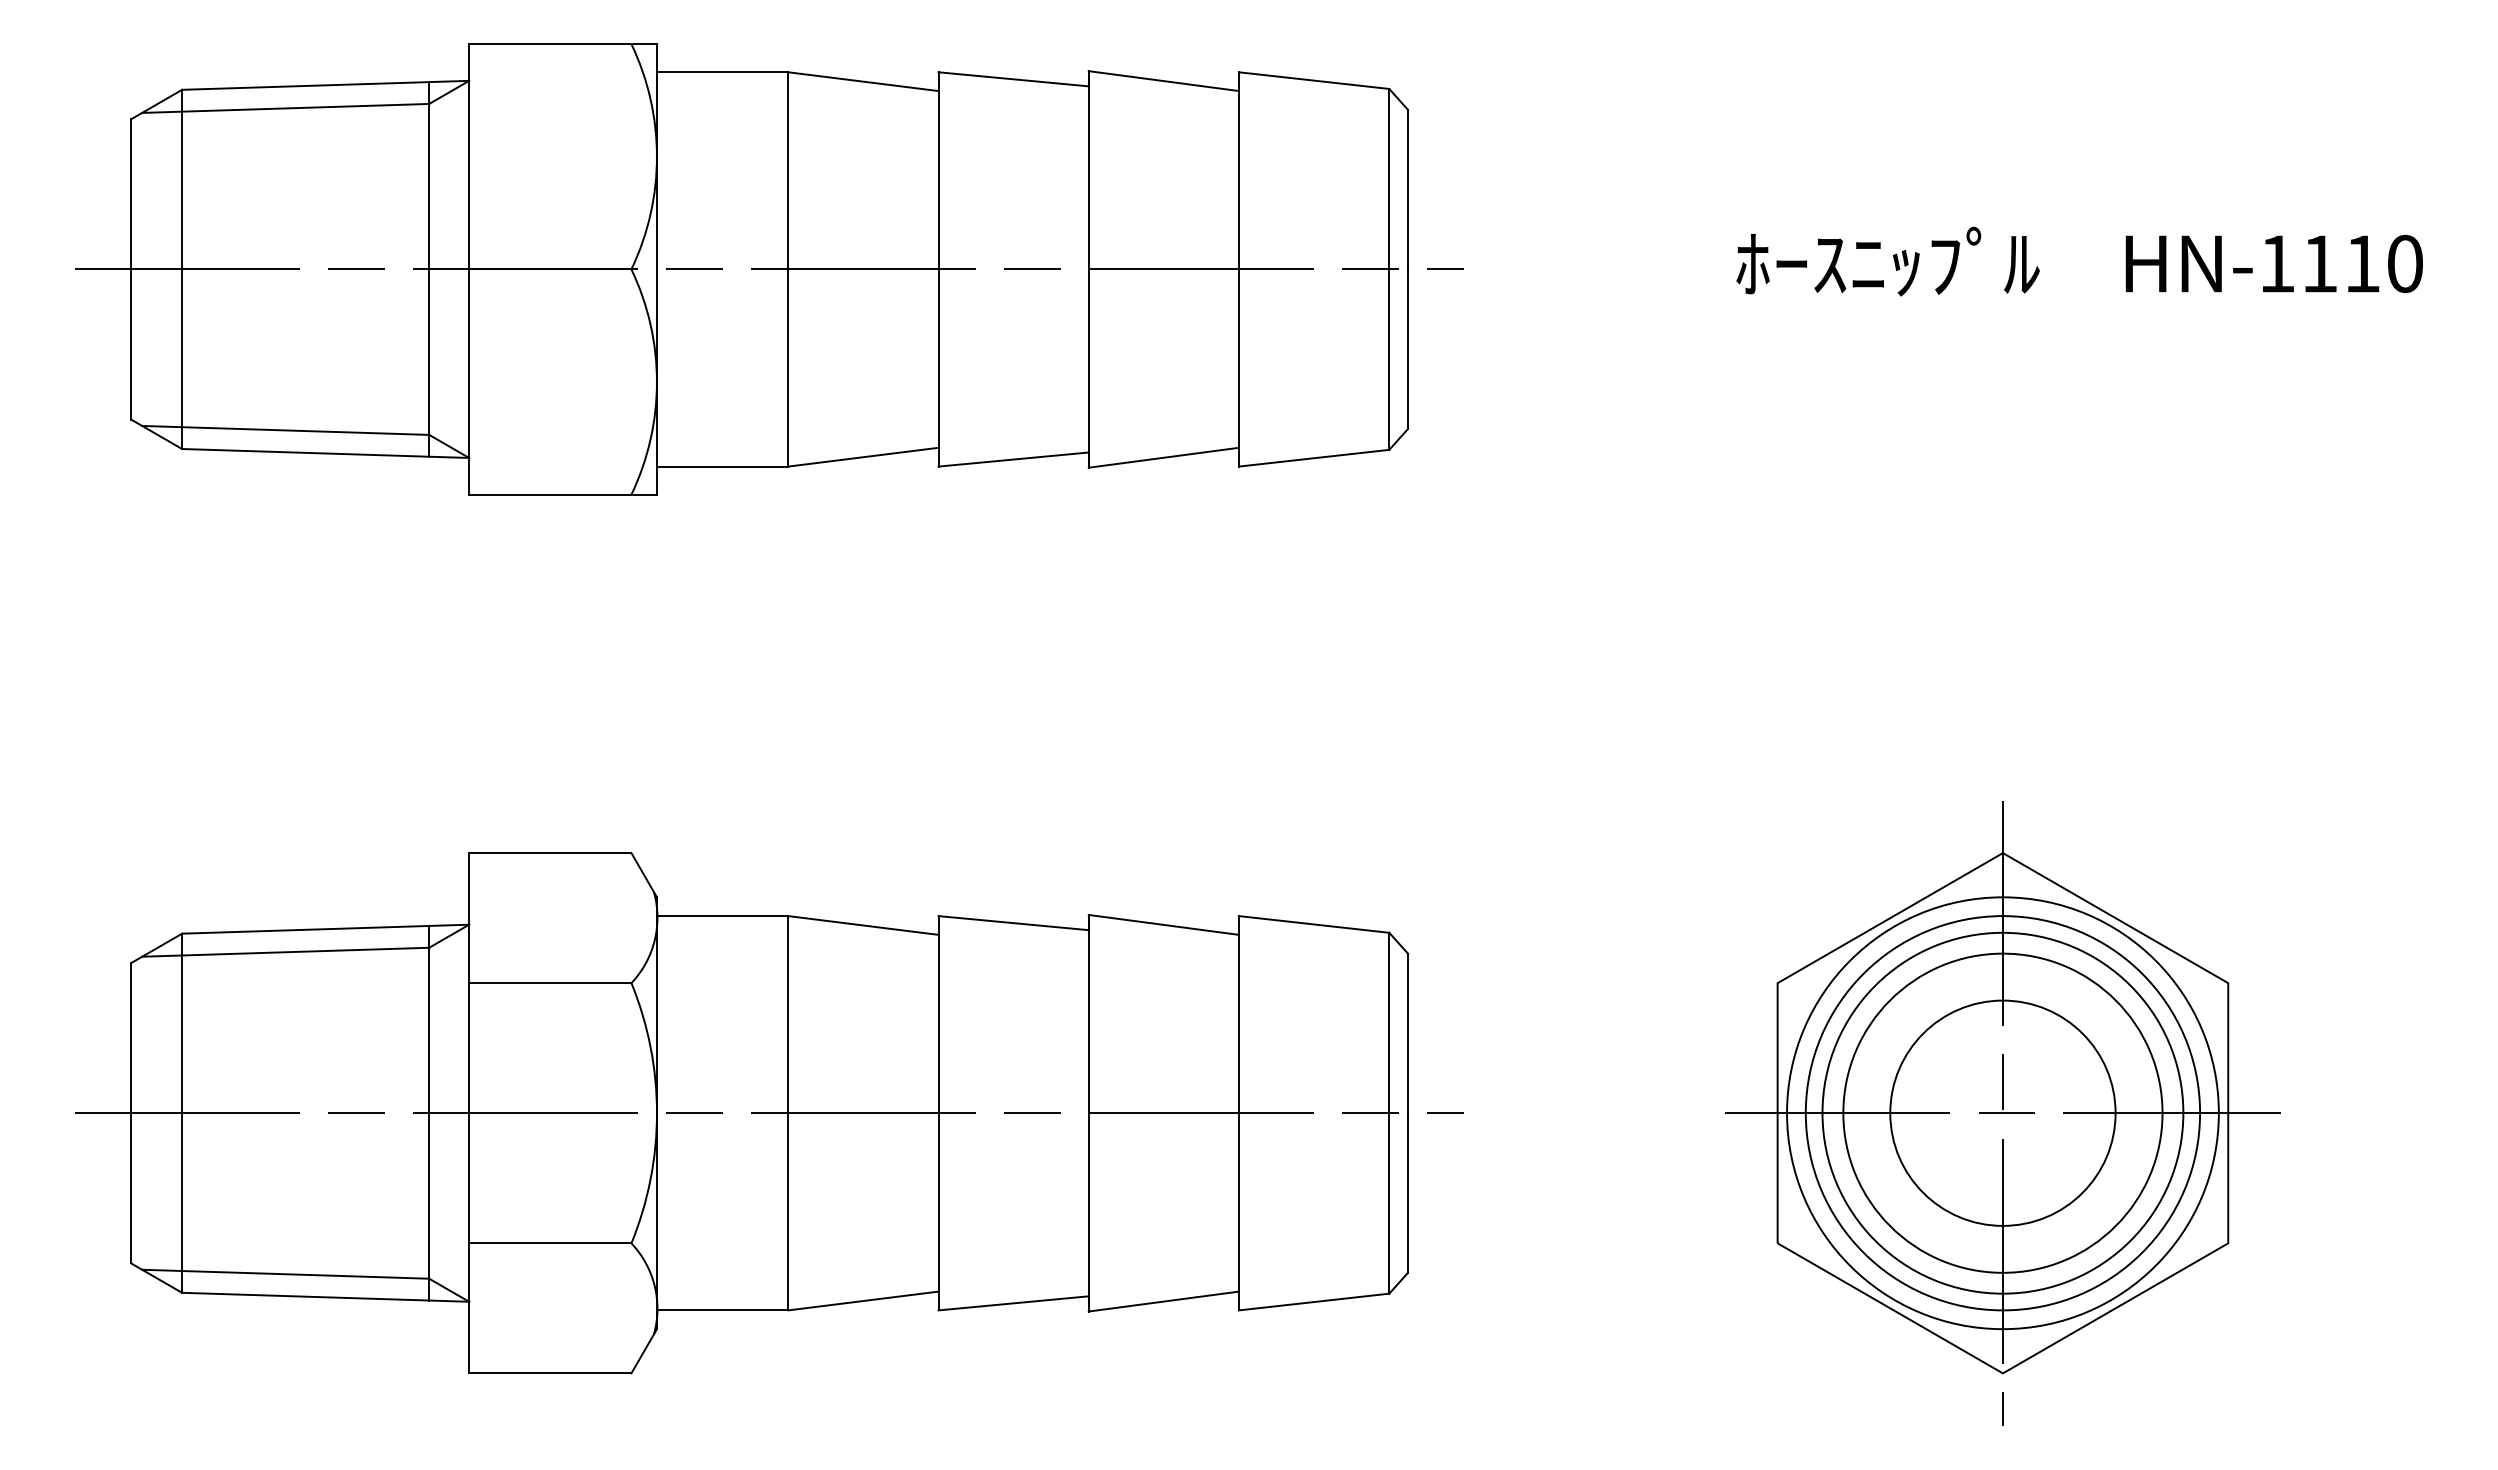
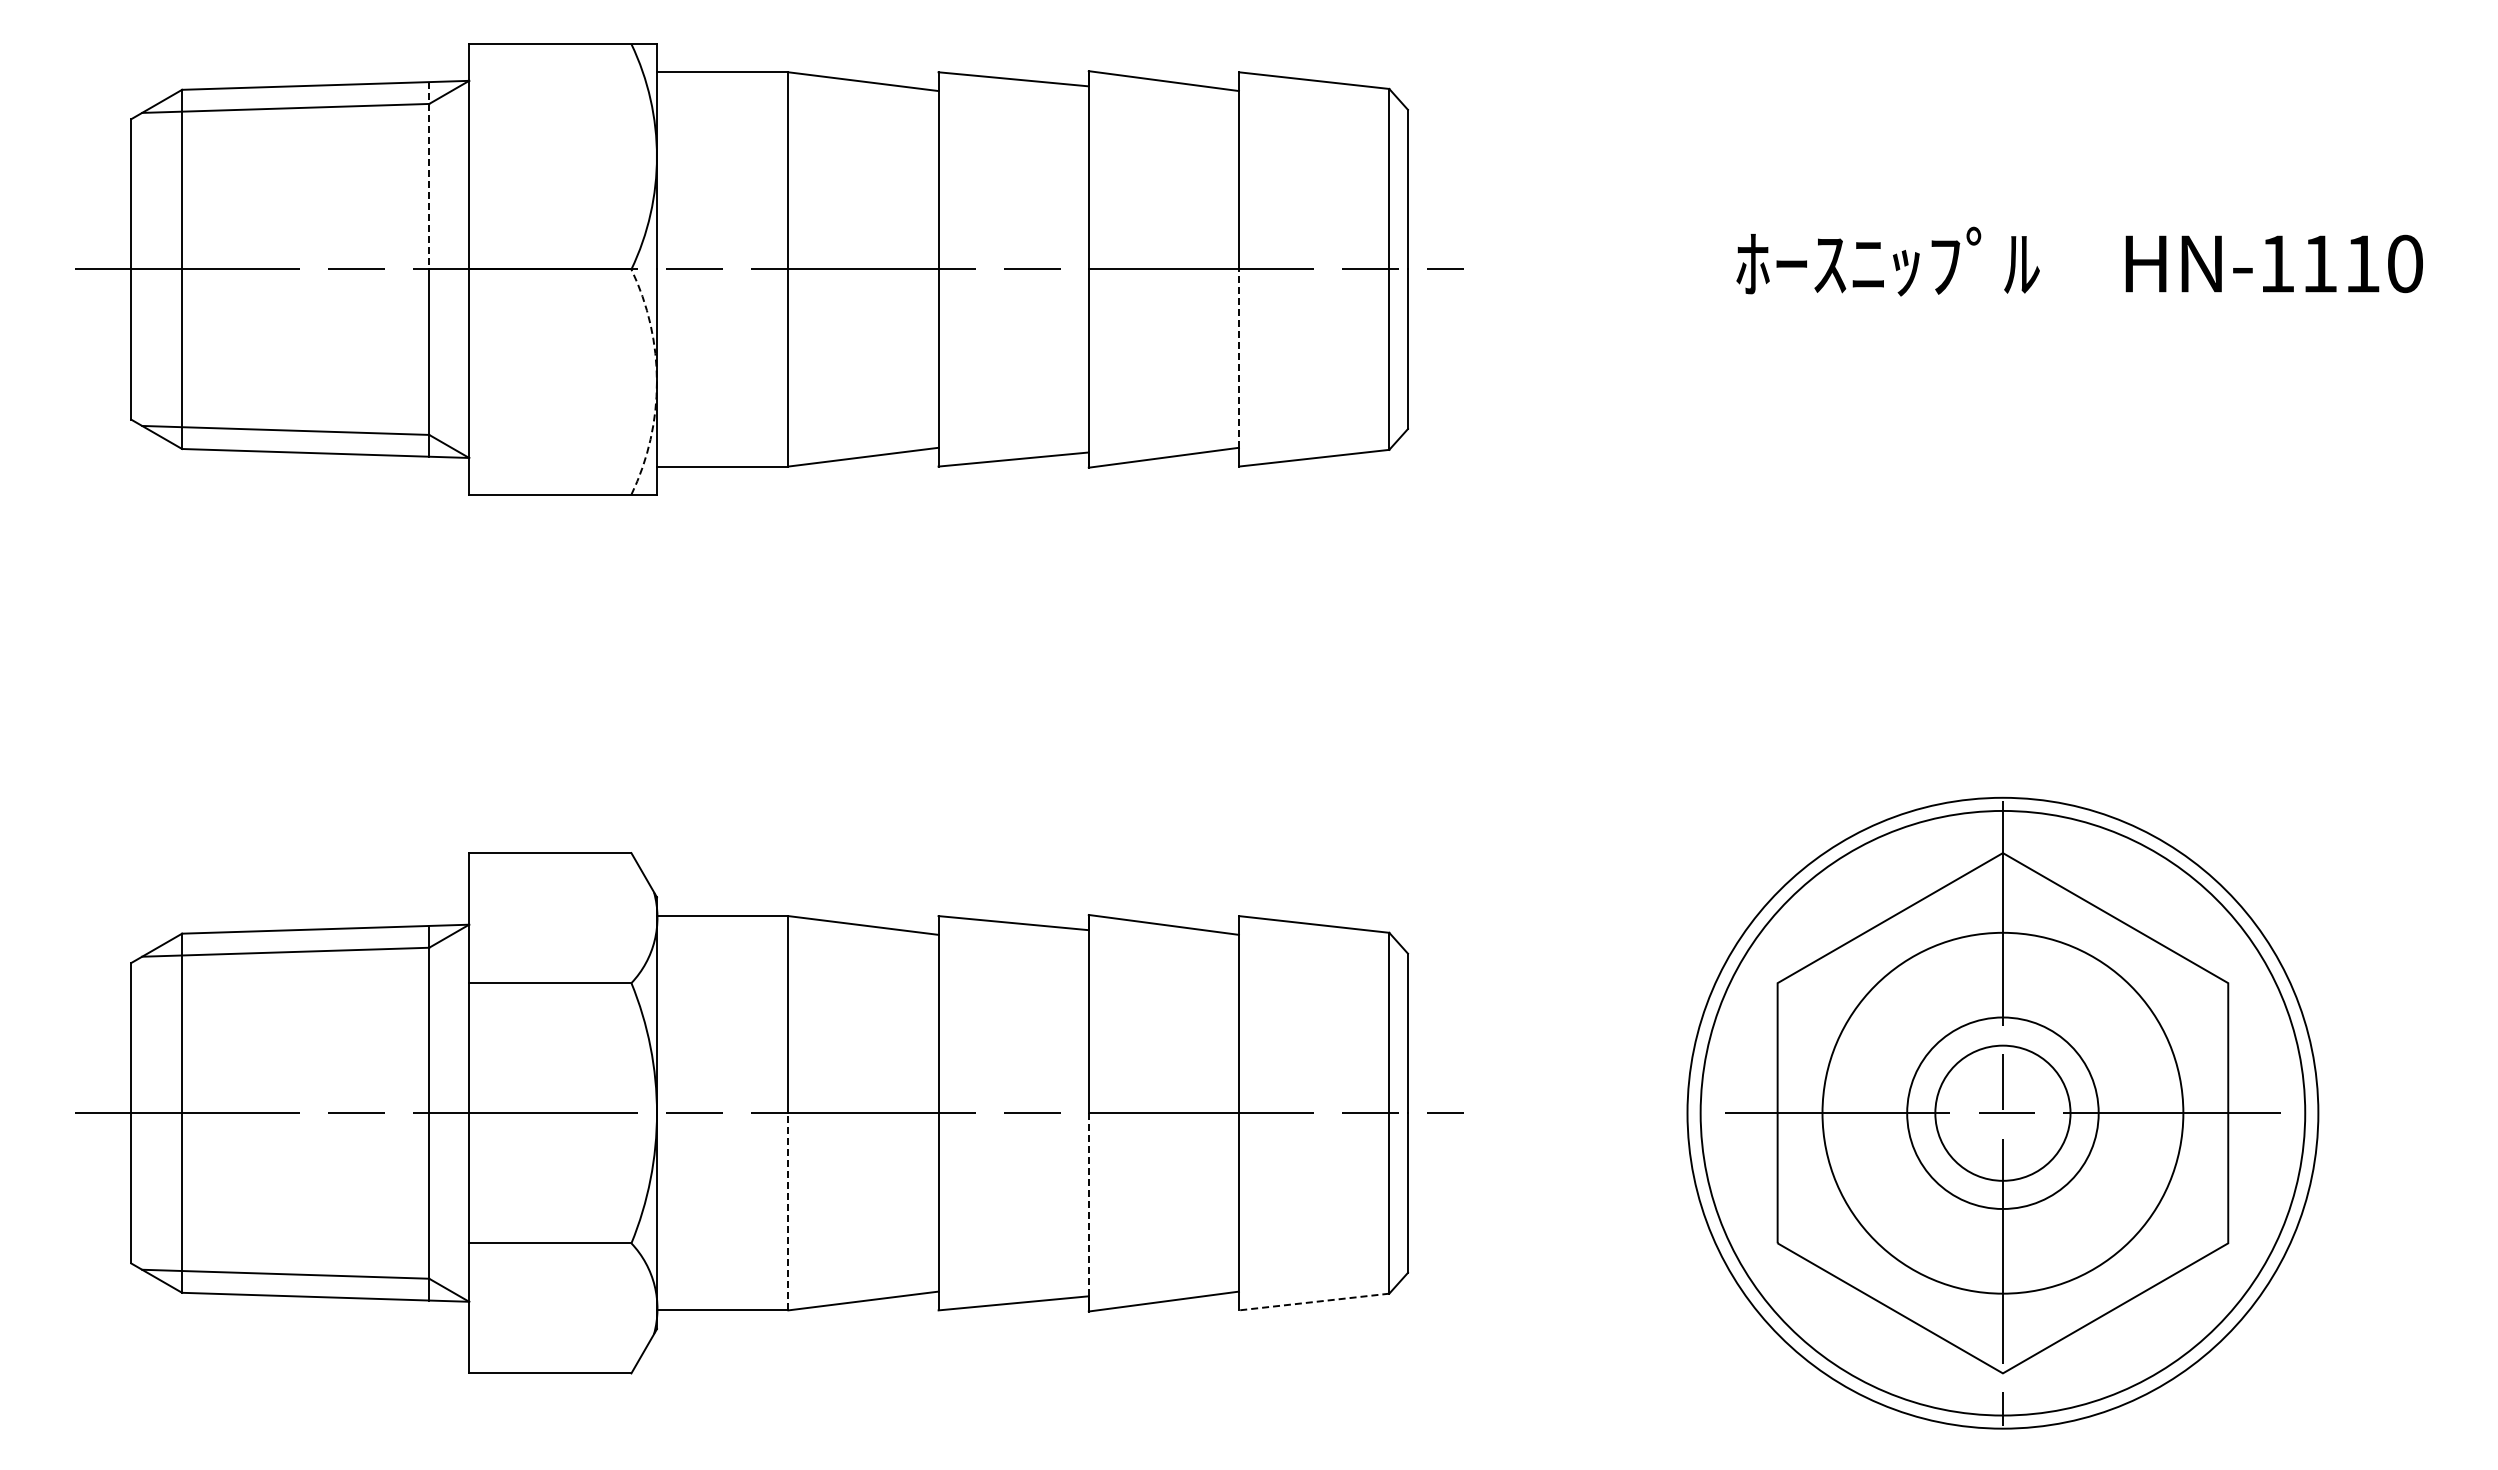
line at (429, 175): solid -> dashed
line at (1239, 358): solid -> dashed
arc at (656, 382): solid -> dashed
circle at (2002, 1112) diameter: 225 px -> 135 px
circle at (2002, 1112) diameter: 319 px -> 192 px
circle at (2002, 1113) diameter: 394 px -> 631 px
circle at (2002, 1113) diameter: 432 px -> 605 px
line at (1088, 1204): solid -> dashed
line at (788, 1211): solid -> dashed
line at (1314, 1302): solid -> dashed
